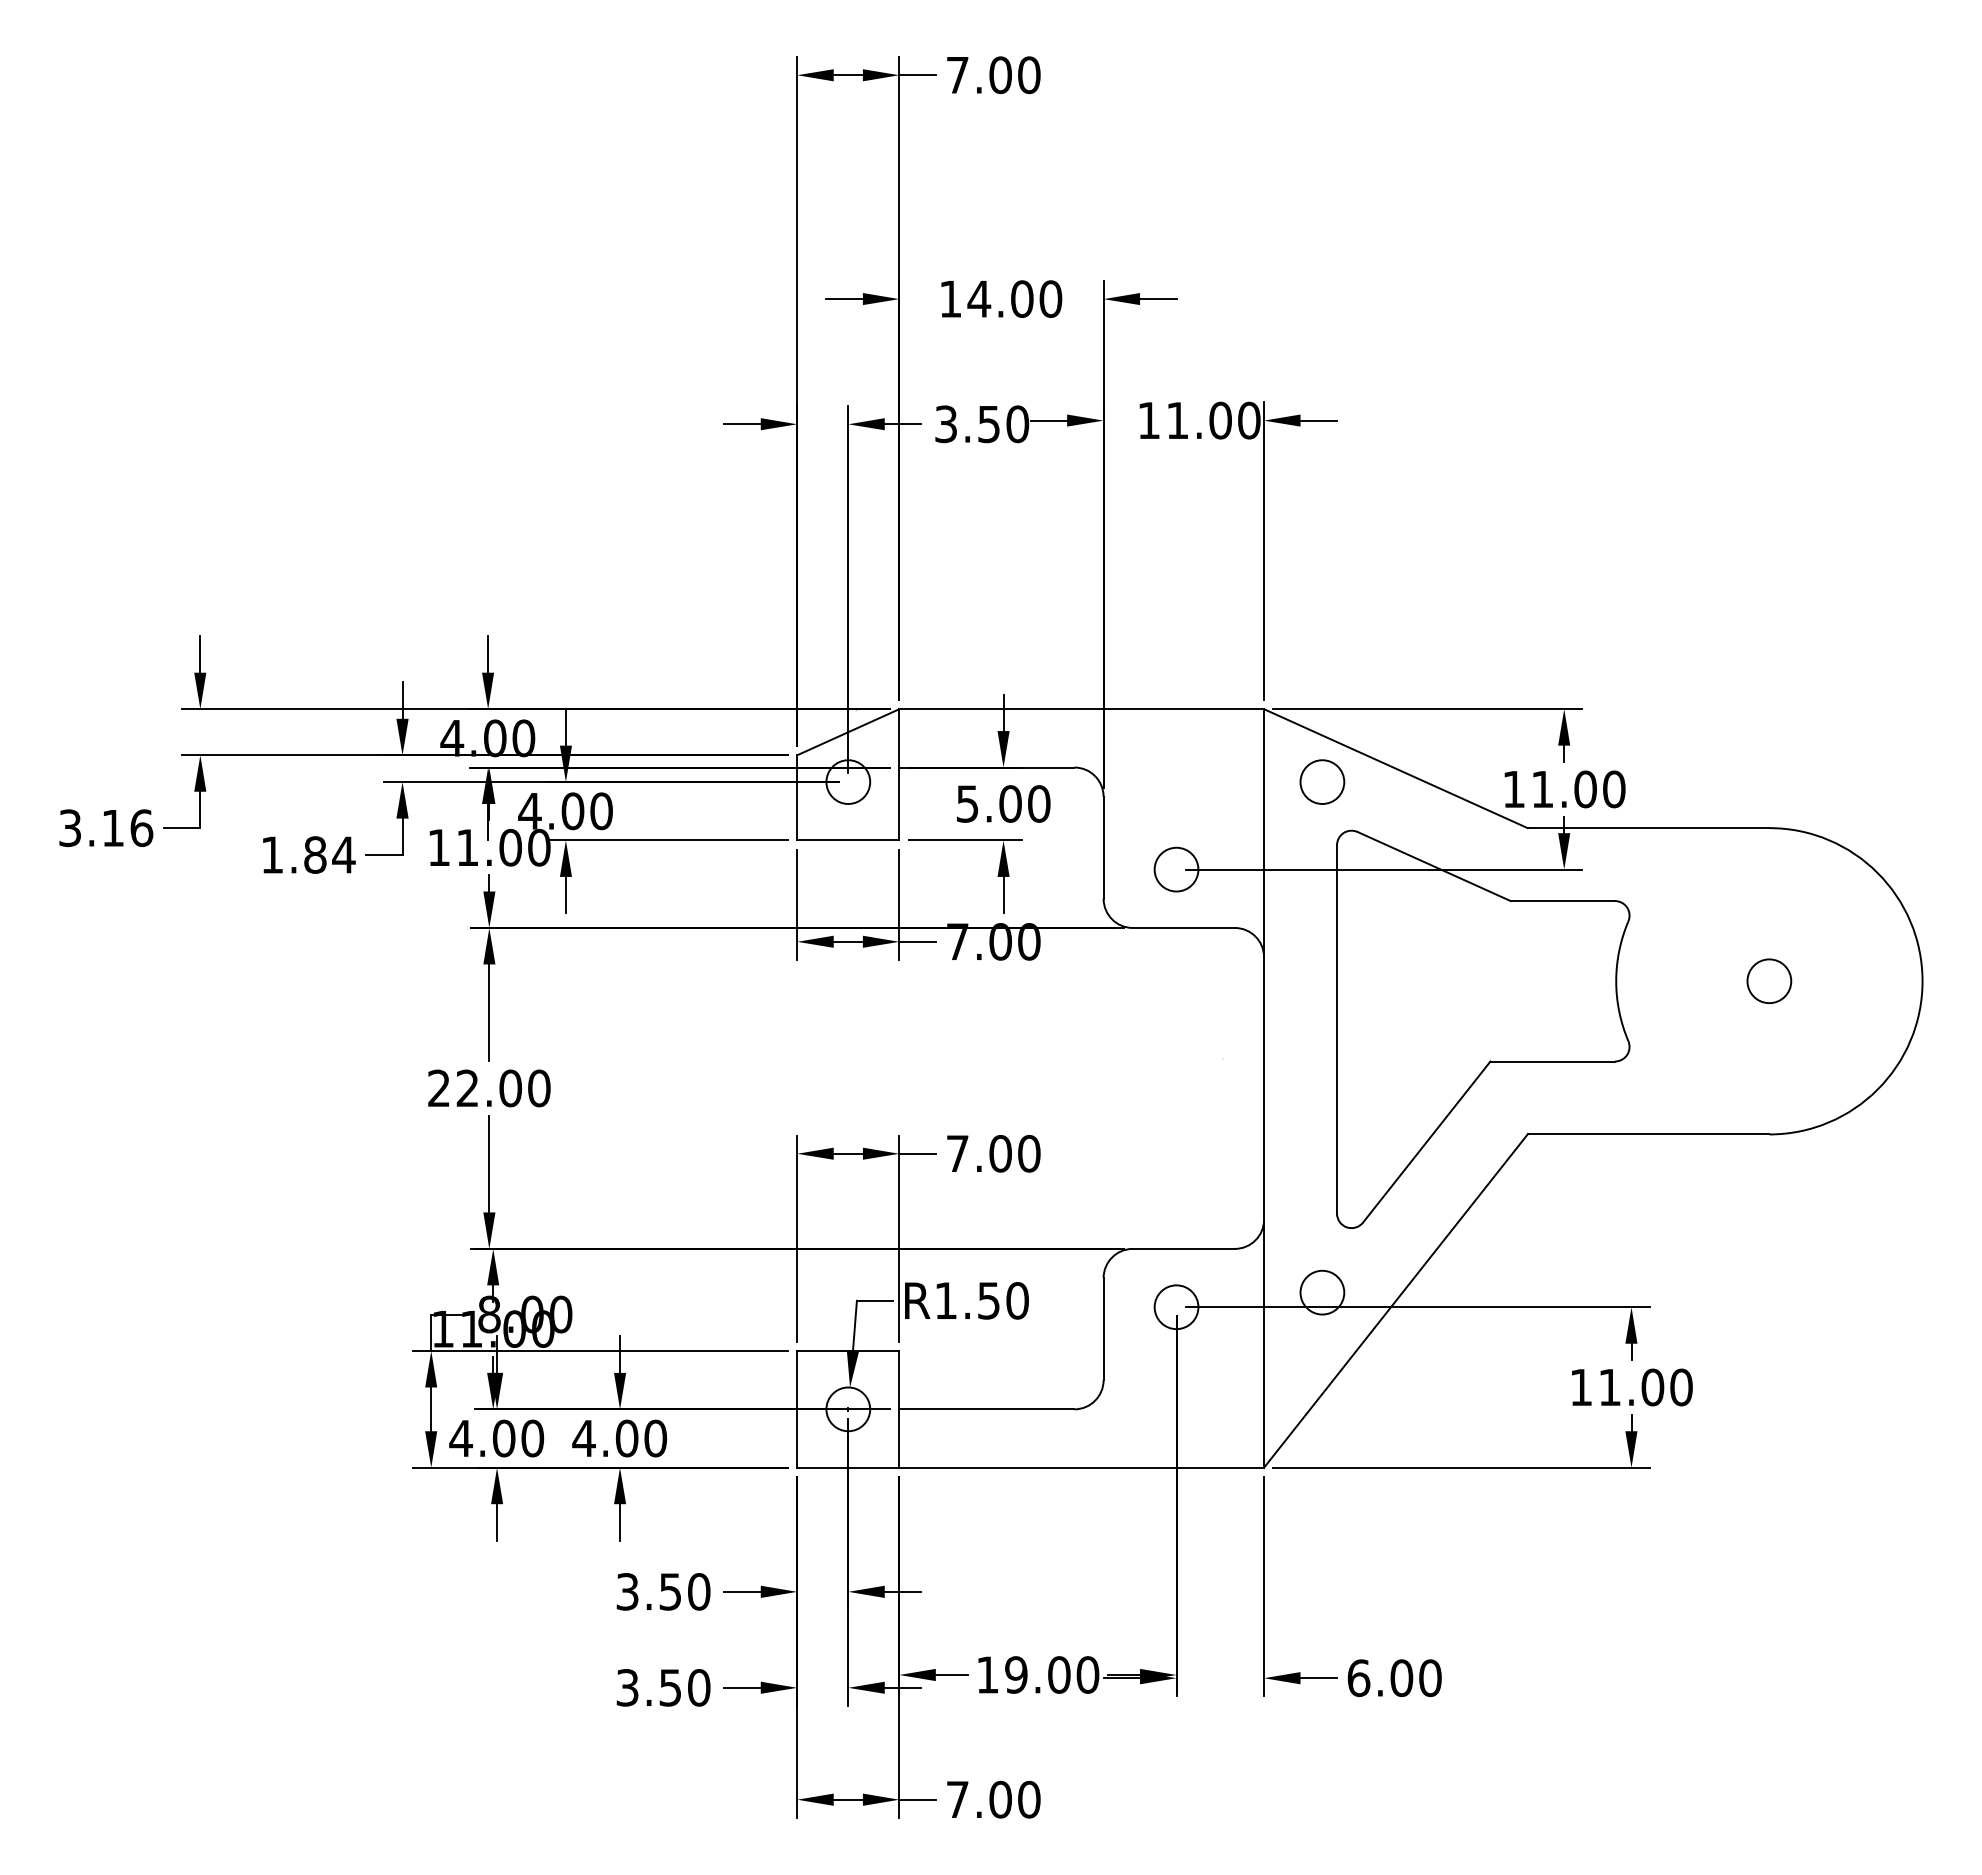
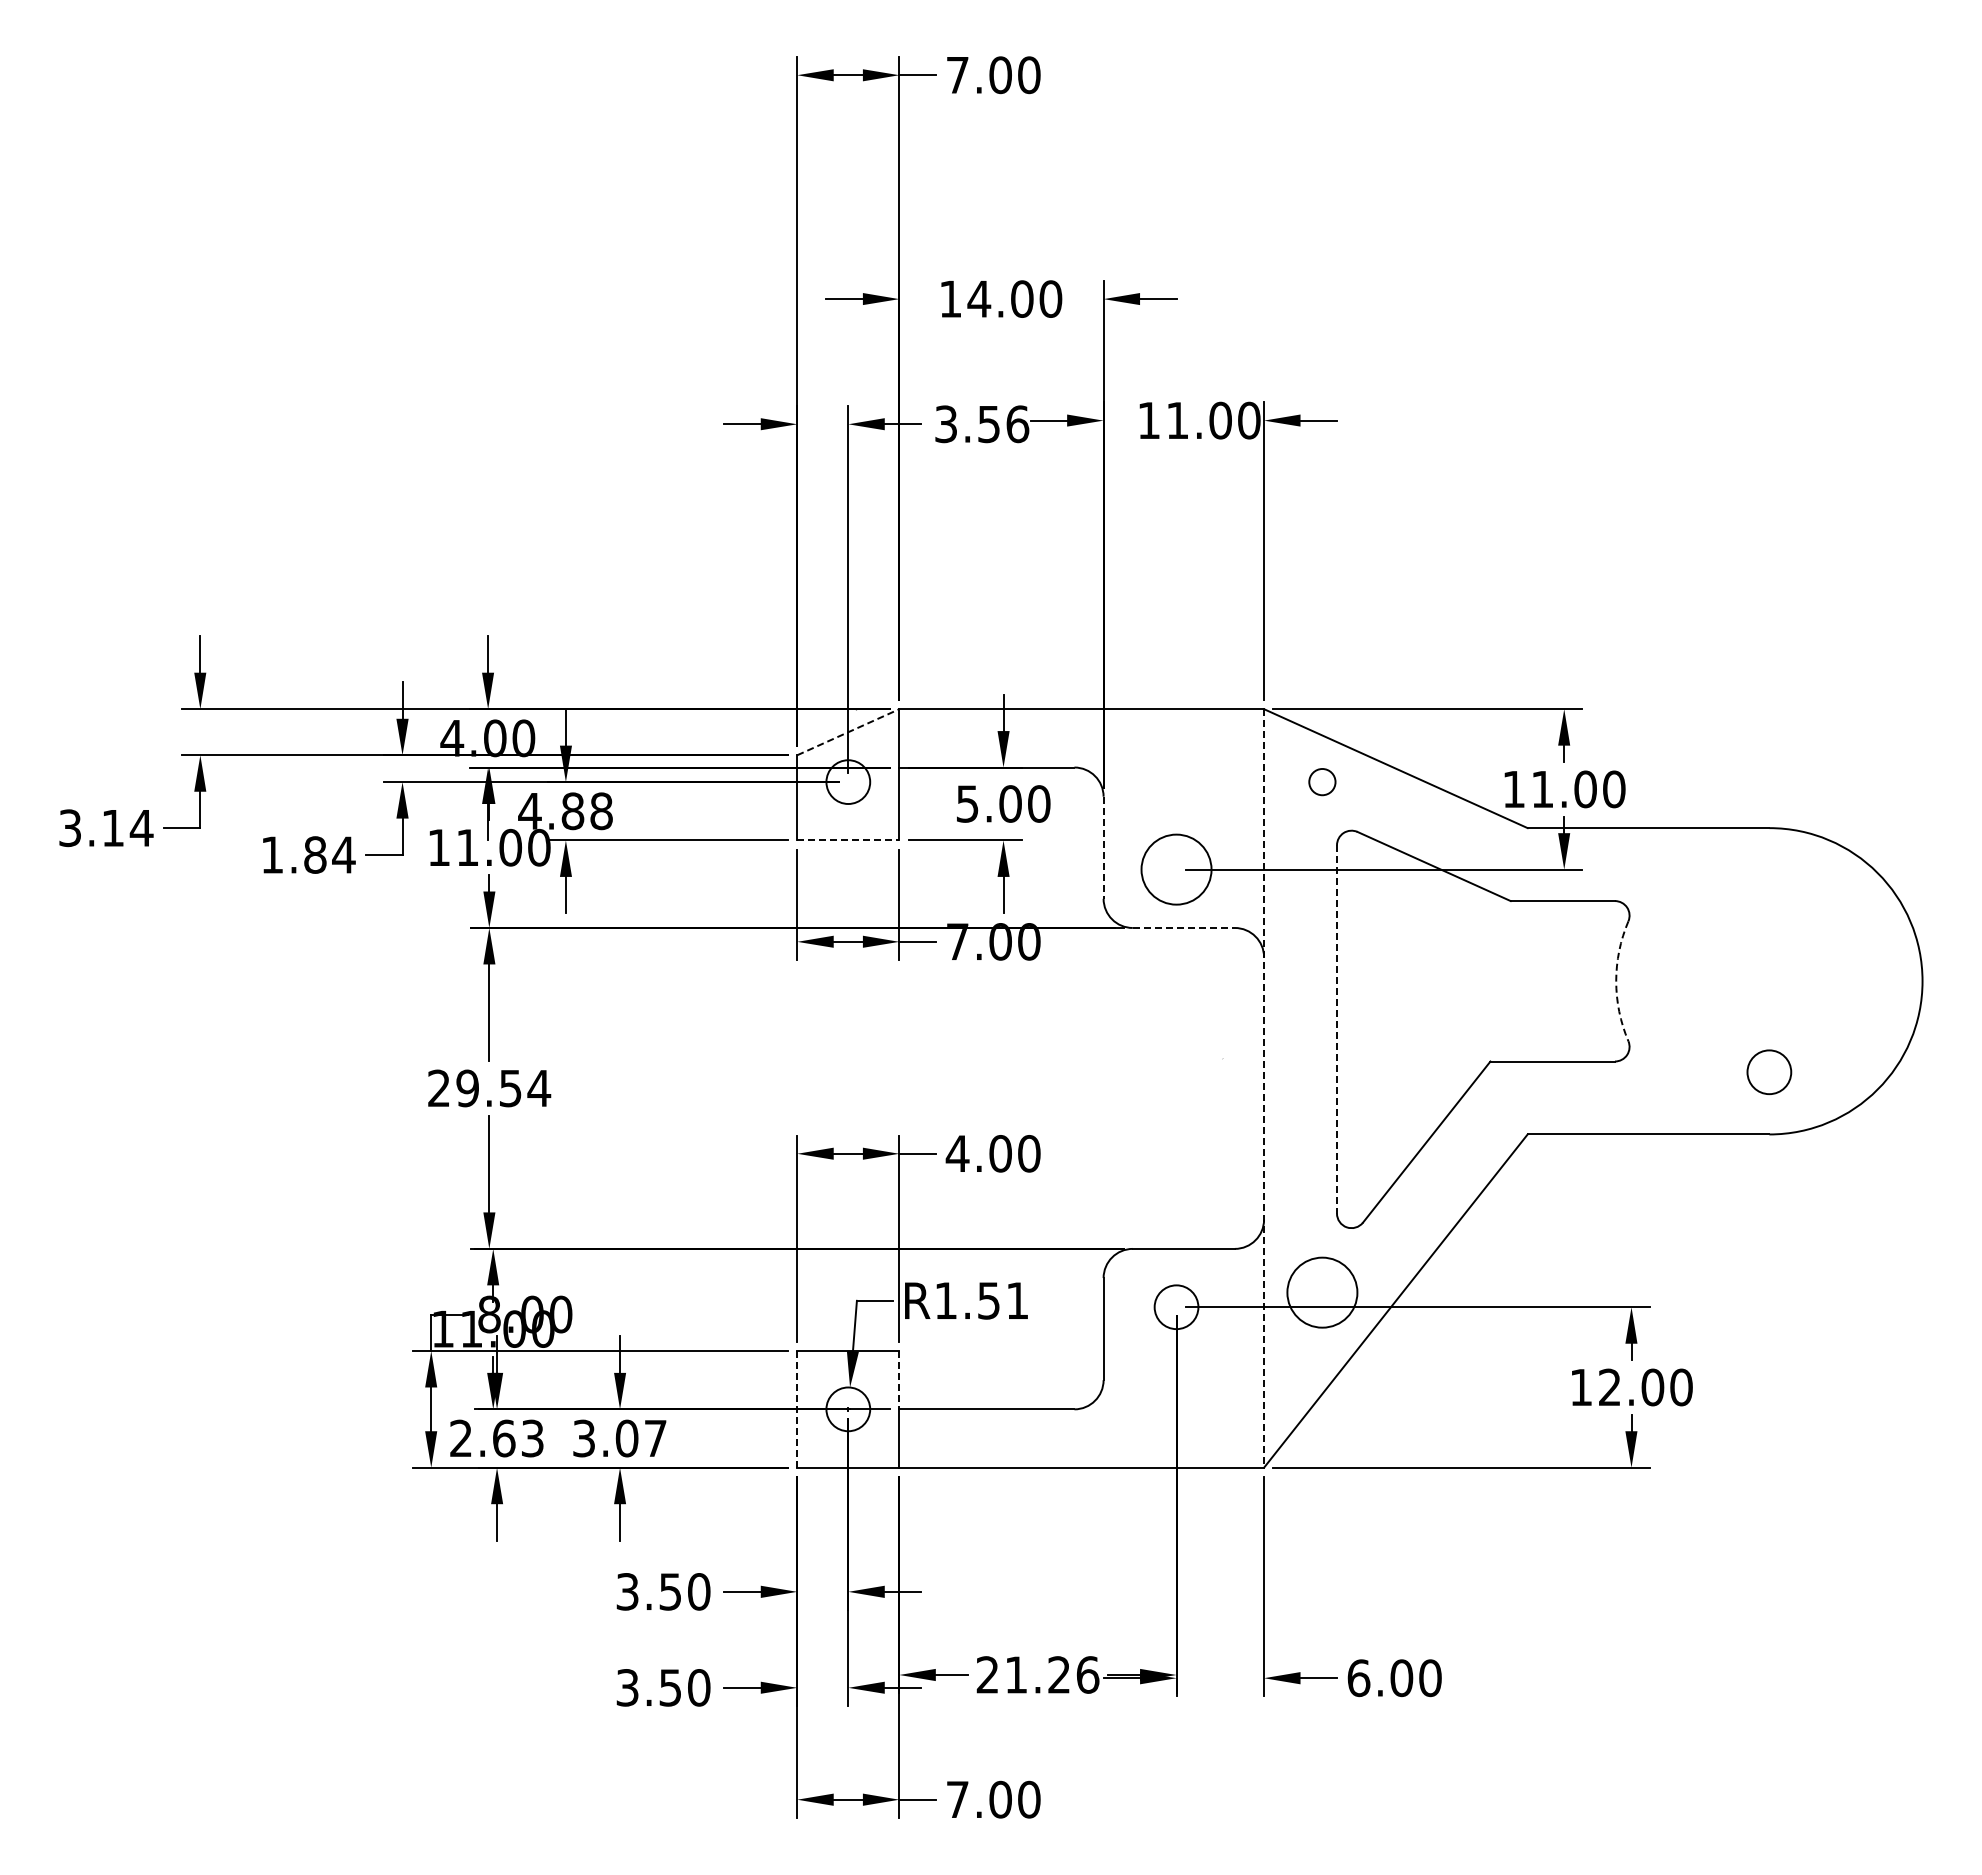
text at (1017, 423): 3.50 -> 3.56
line at (848, 732): solid -> dashed
circle at (1322, 782) diameter: 44 px -> 26 px
text at (586, 810): 4.00 -> 4.88
text at (141, 828): 3.16 -> 3.14
line at (848, 840): solid -> dashed
line at (1103, 848): solid -> dashed
circle at (1176, 869) diameter: 44 px -> 70 px
line at (1184, 927): solid -> dashed
arc at (1616, 981): solid -> dashed
circle at (1769, 981) position: (1769, 981) -> (1769, 1072)
line at (1337, 1029): solid -> dashed
text at (503, 1088): 22.00 -> 29.54
line at (1264, 1088): solid -> dashed
text at (957, 1153): 7.00 -> 4.00
circle at (1322, 1292) diameter: 44 px -> 70 px
text at (1017, 1300): R1.50 -> R1.51
line at (899, 1380): solid -> dashed
text at (1609, 1386): 11.00 -> 12.00
line at (797, 1408): solid -> dashed
text at (496, 1438): 4.00 -> 2.63
text at (619, 1438): 4.00 -> 3.07
text at (1037, 1674): 19.00 -> 21.26
